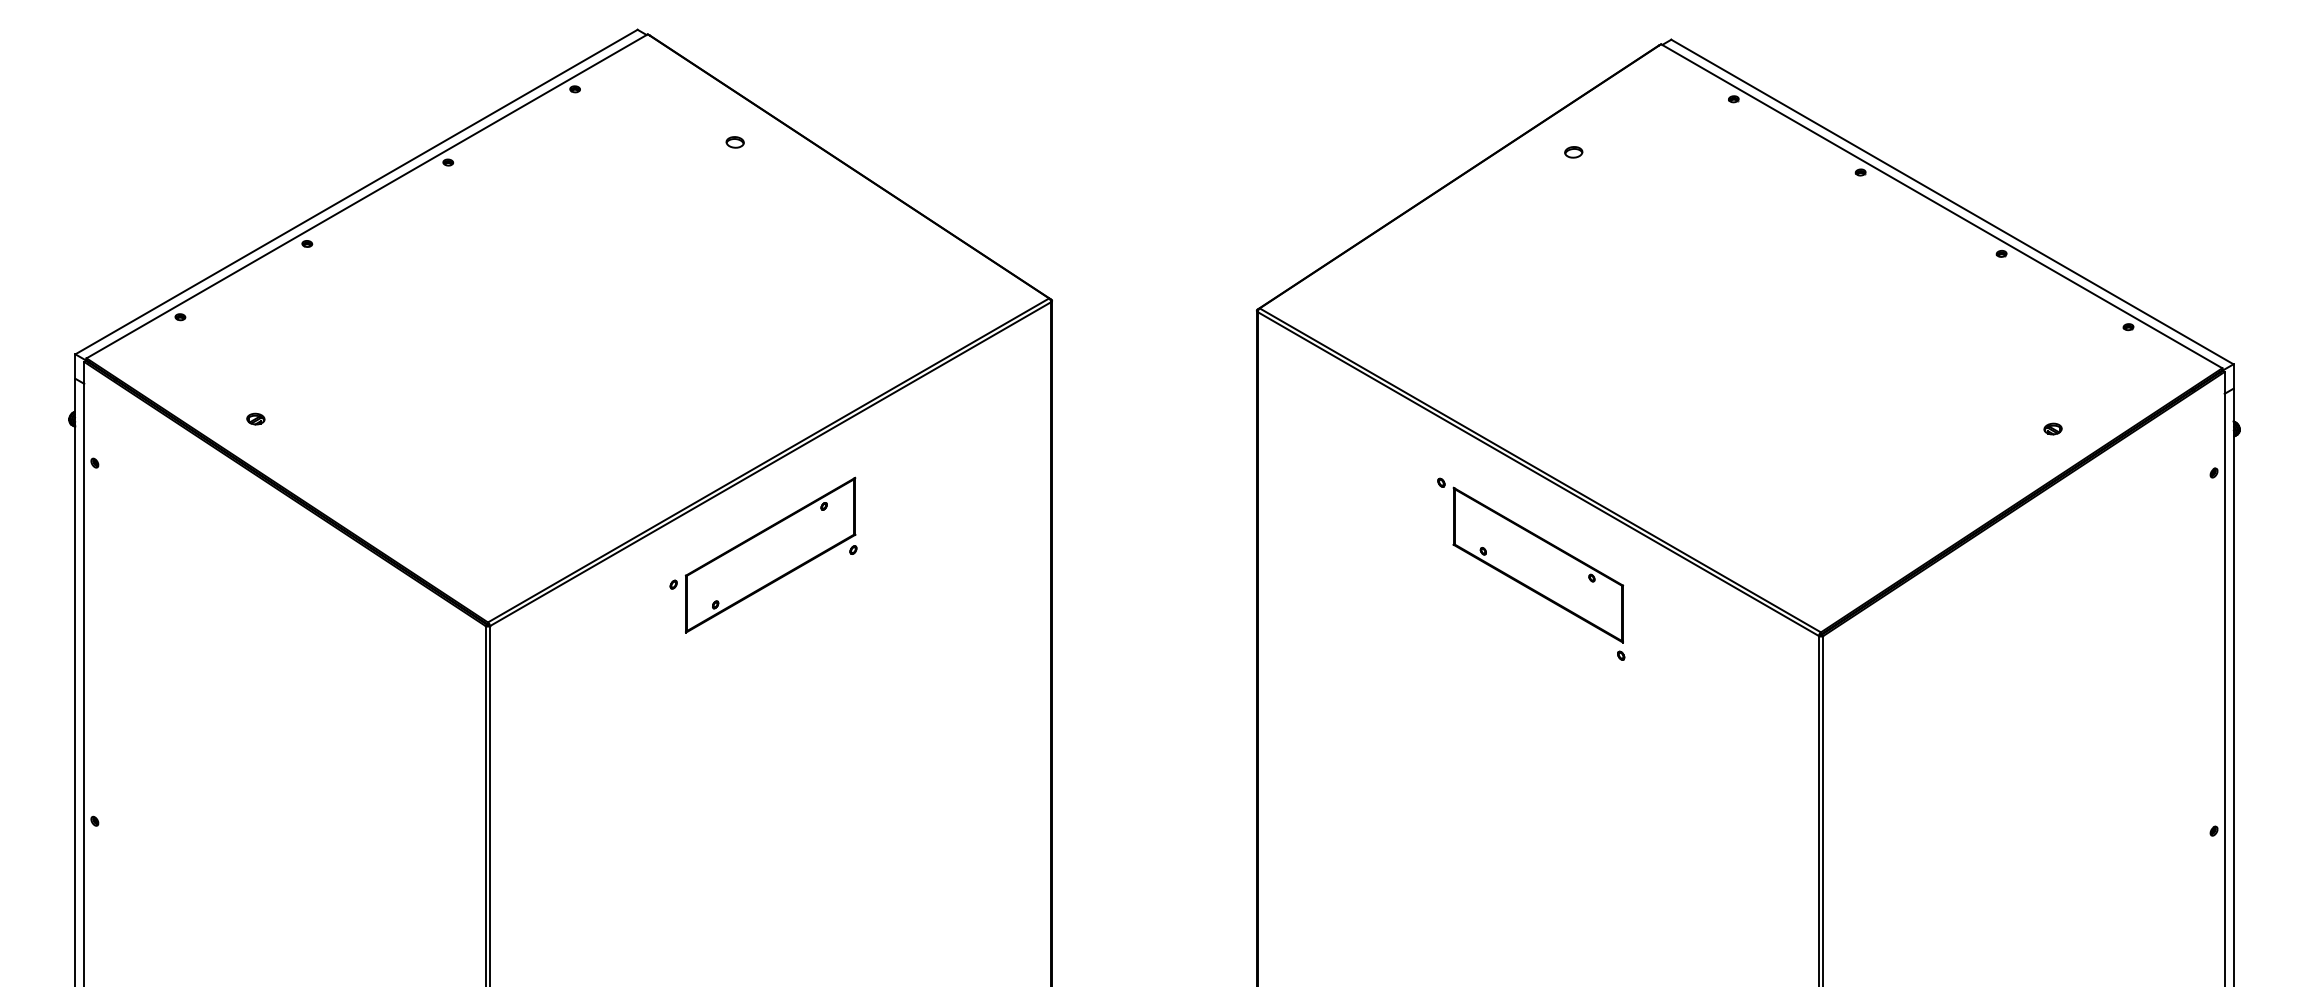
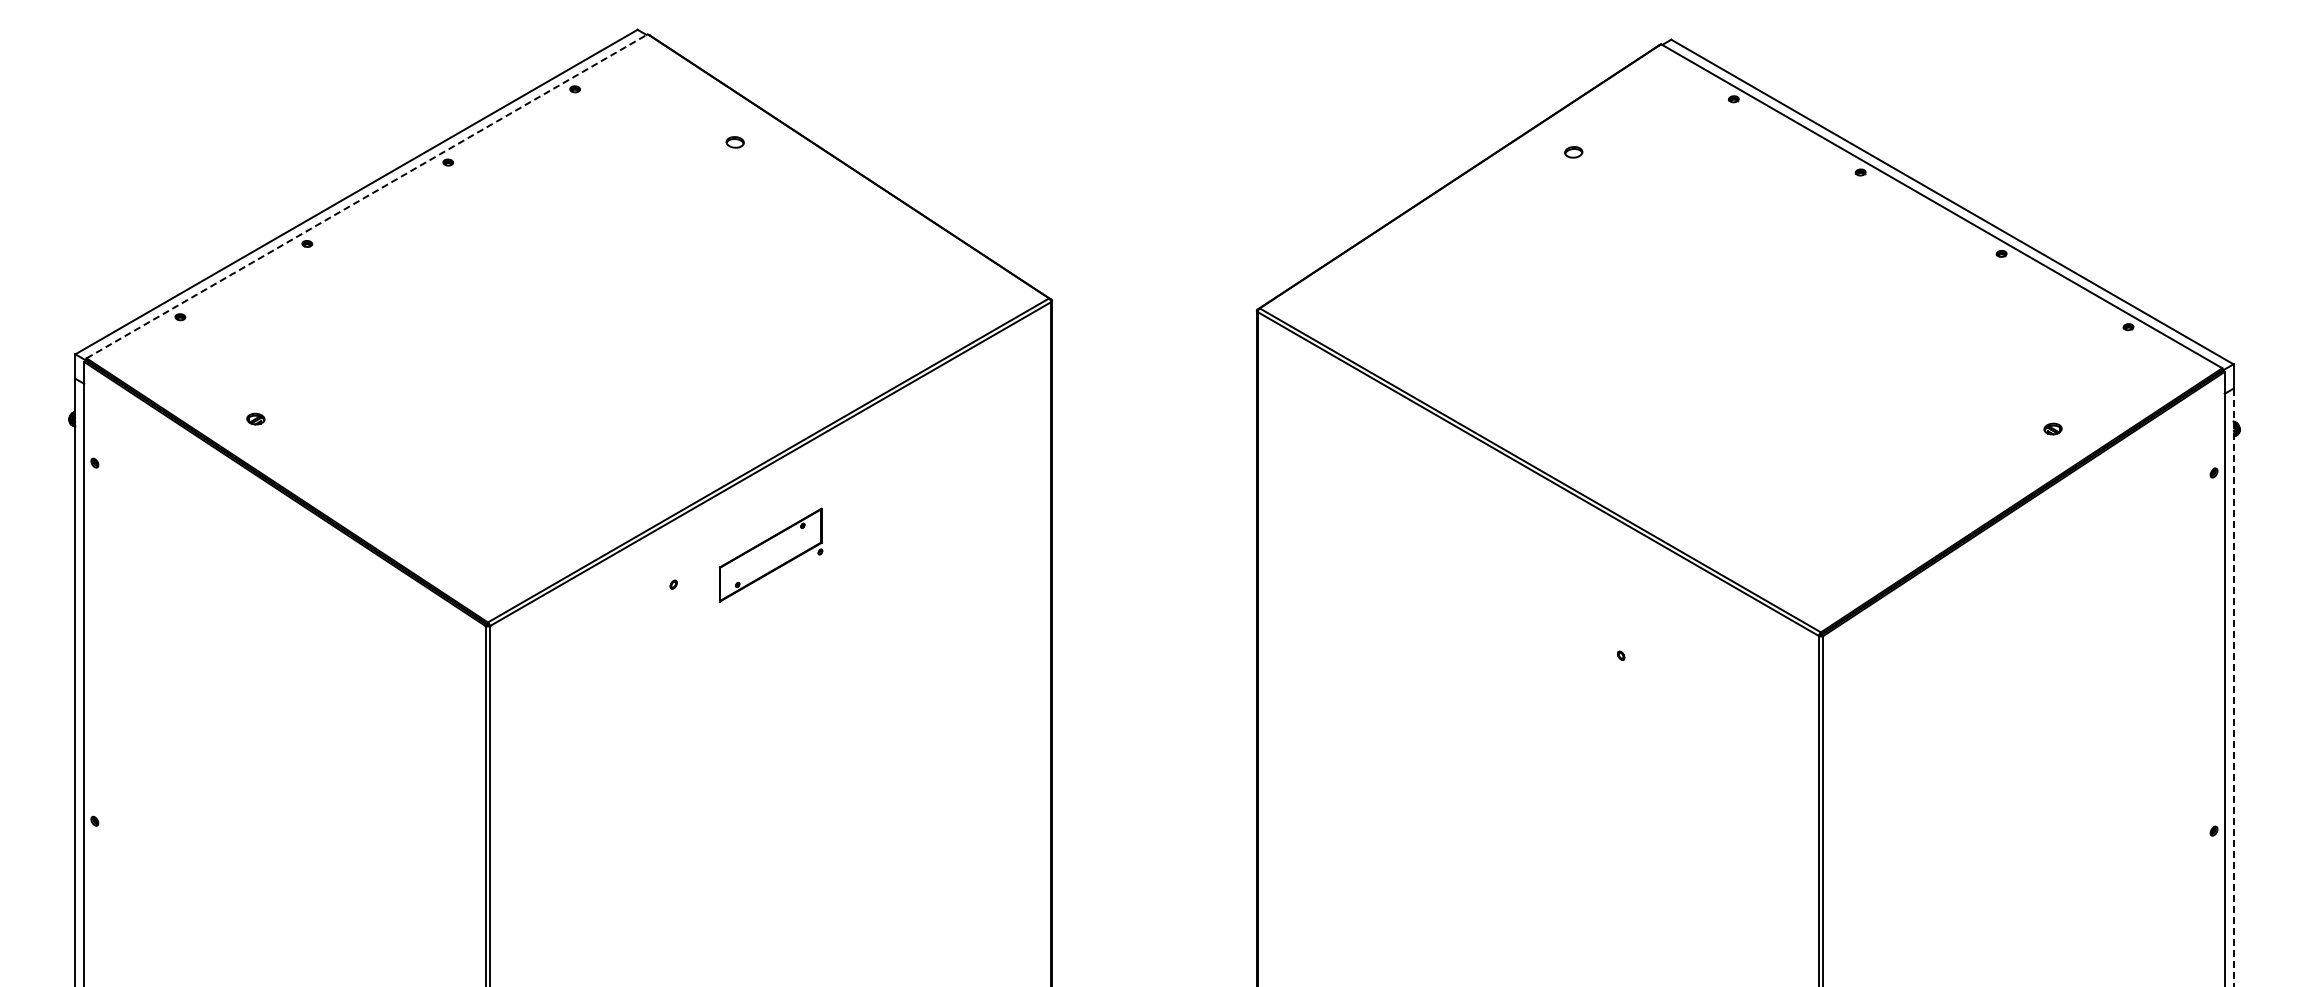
line at (367, 196): solid -> dashed
part at (770, 554) size: 174x158 px -> 106x96 px
part at (1530, 560): present -> none
line at (2233, 687): solid -> dashed
